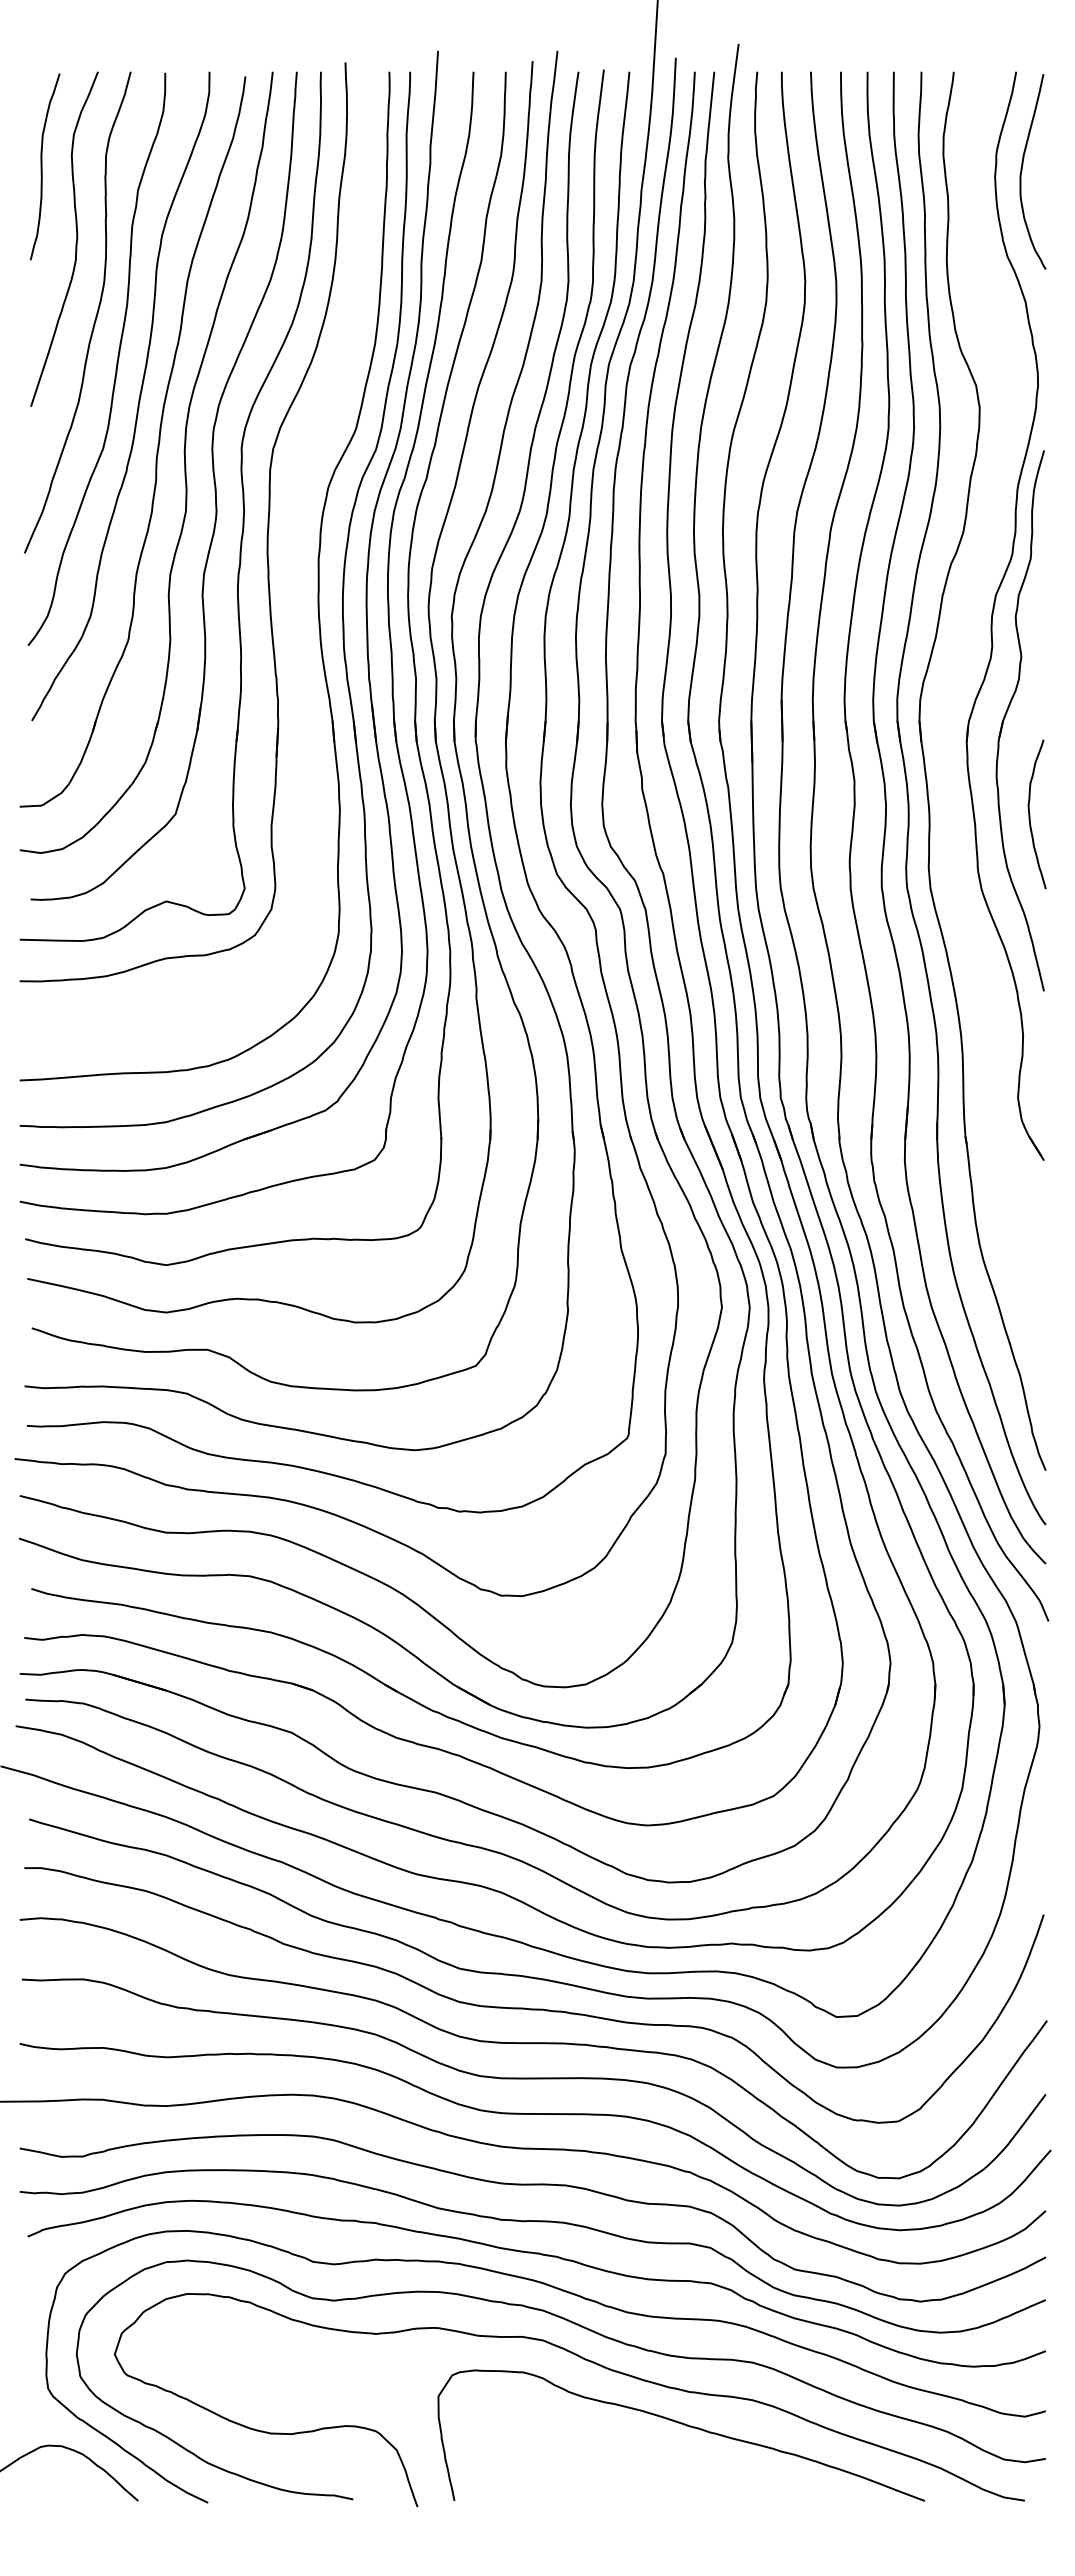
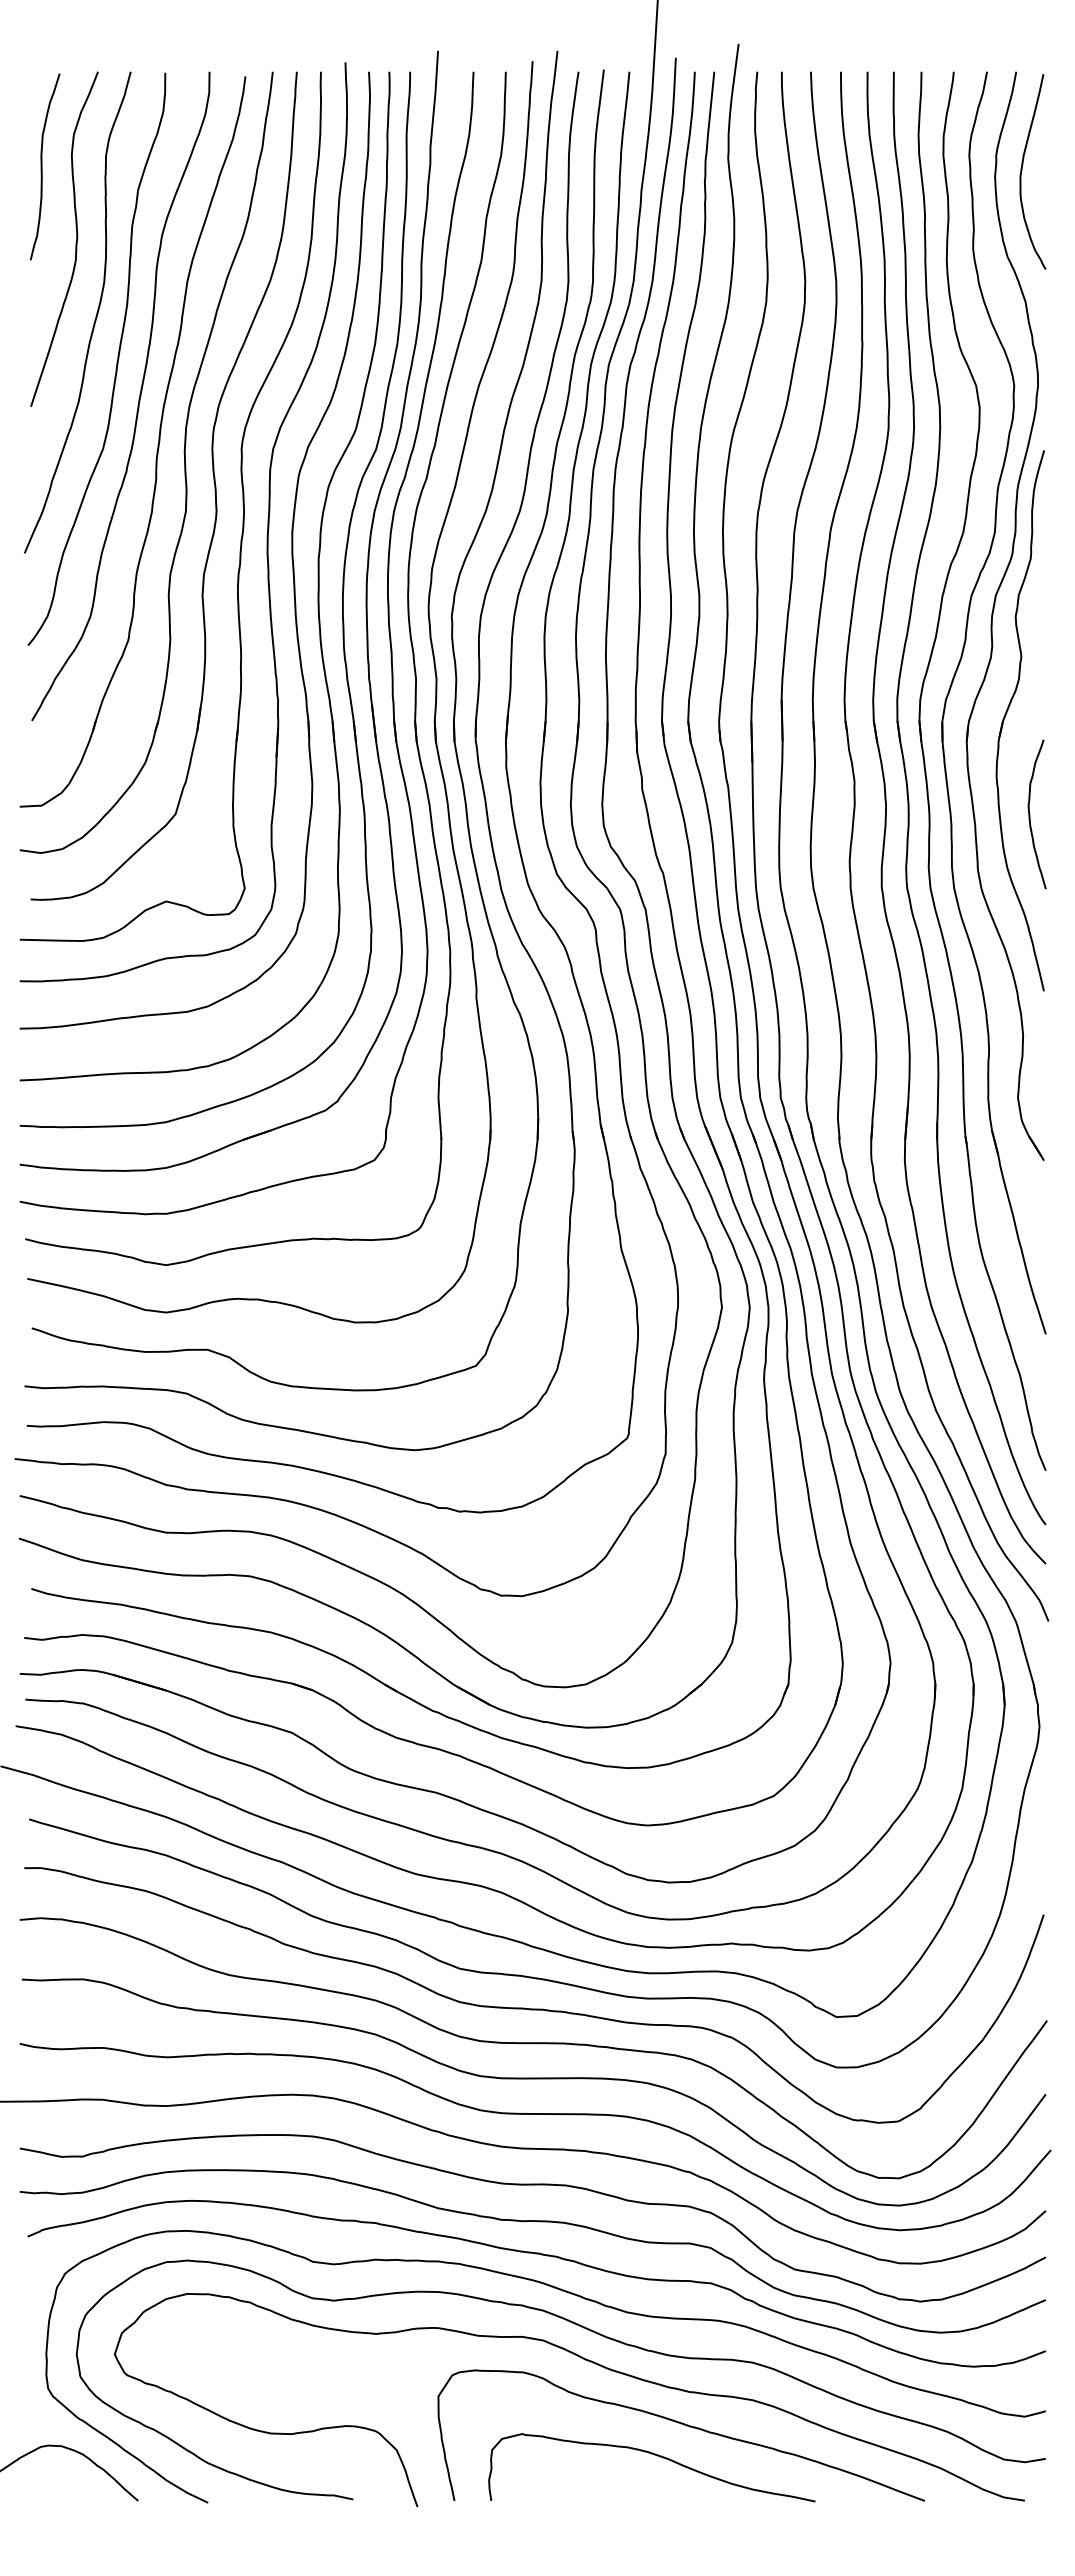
part at (291, 550): none -> present
part at (951, 688): none -> present
curve at (654, 2455): none -> present
